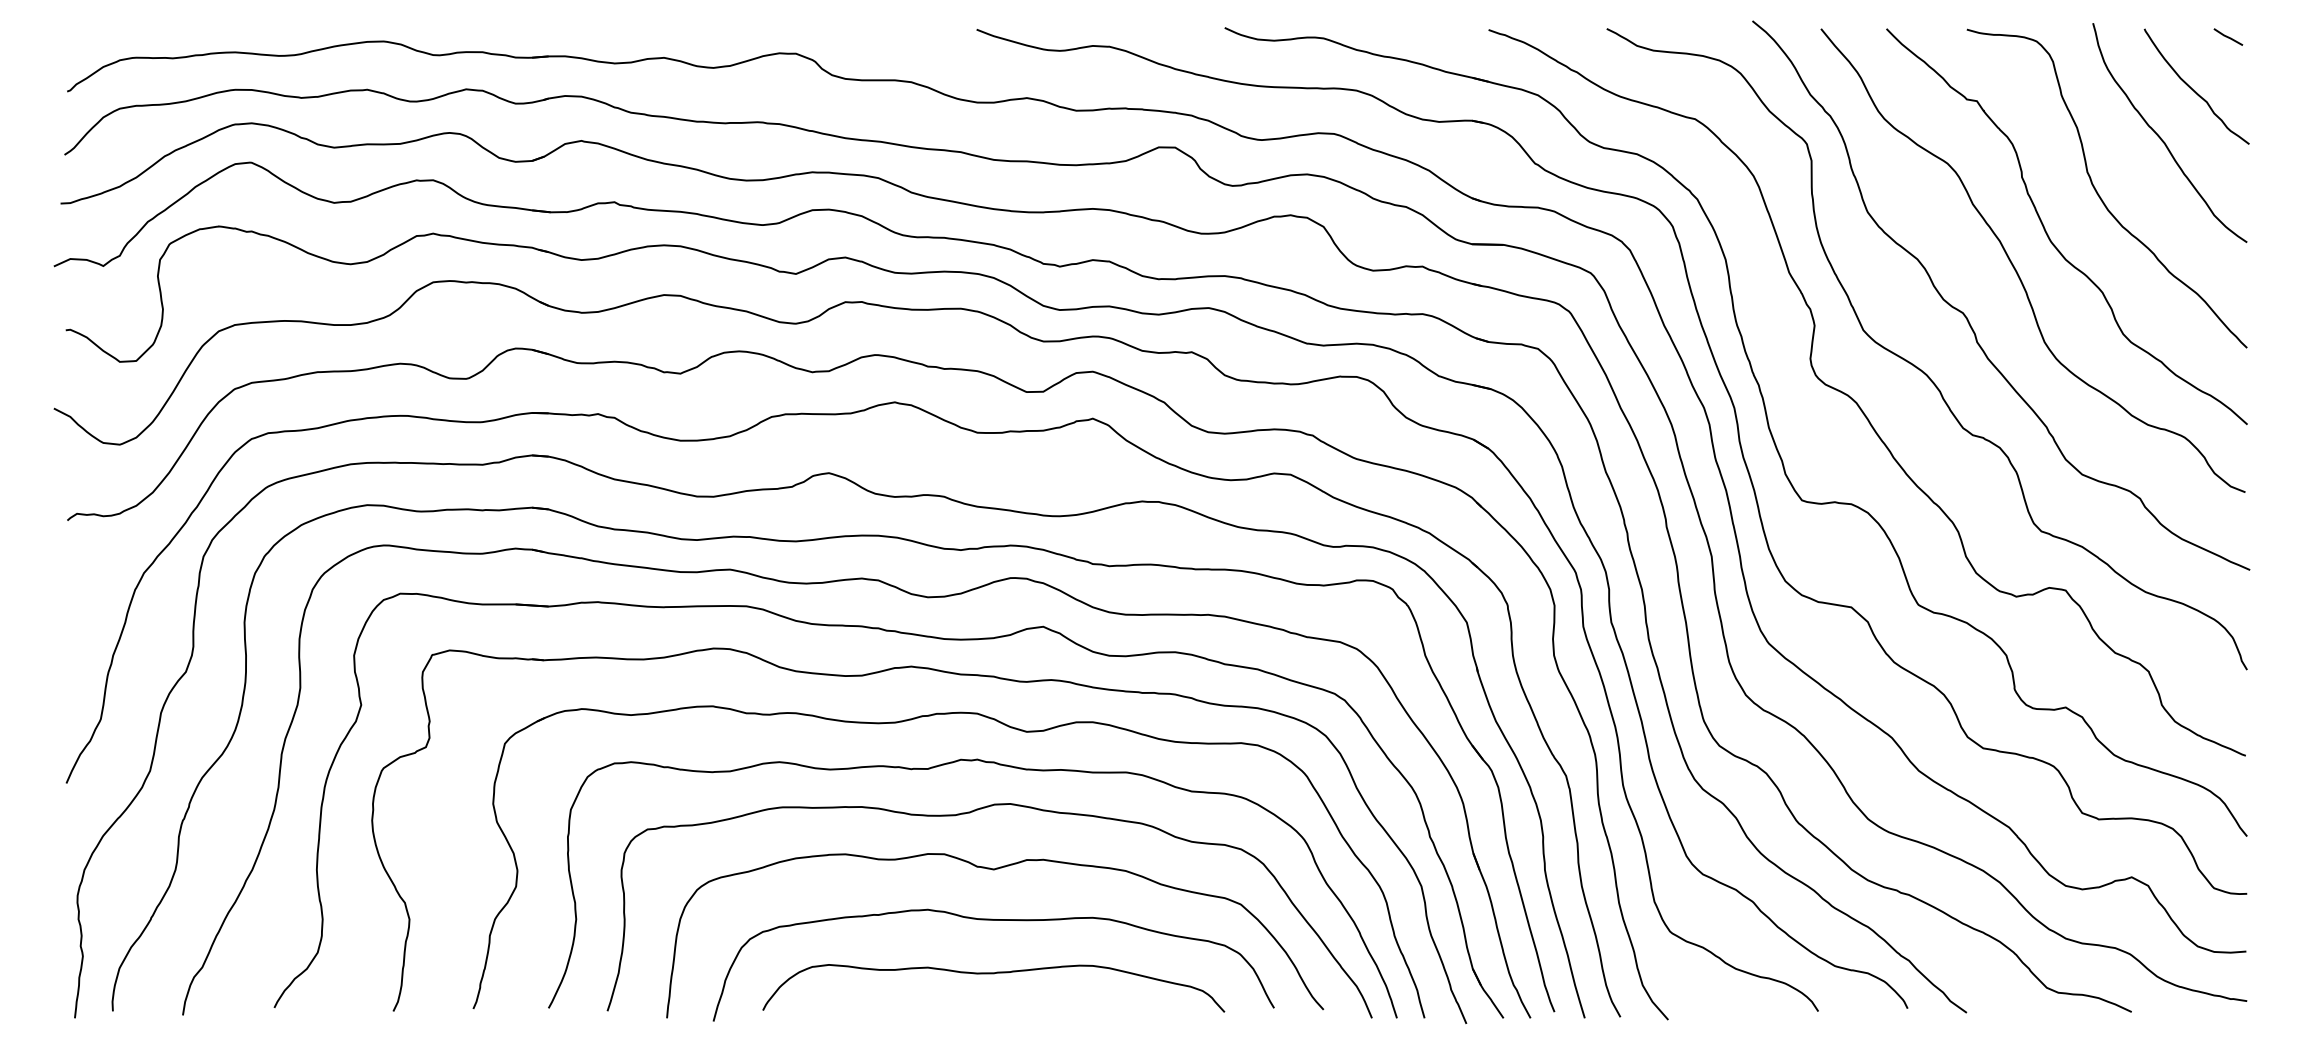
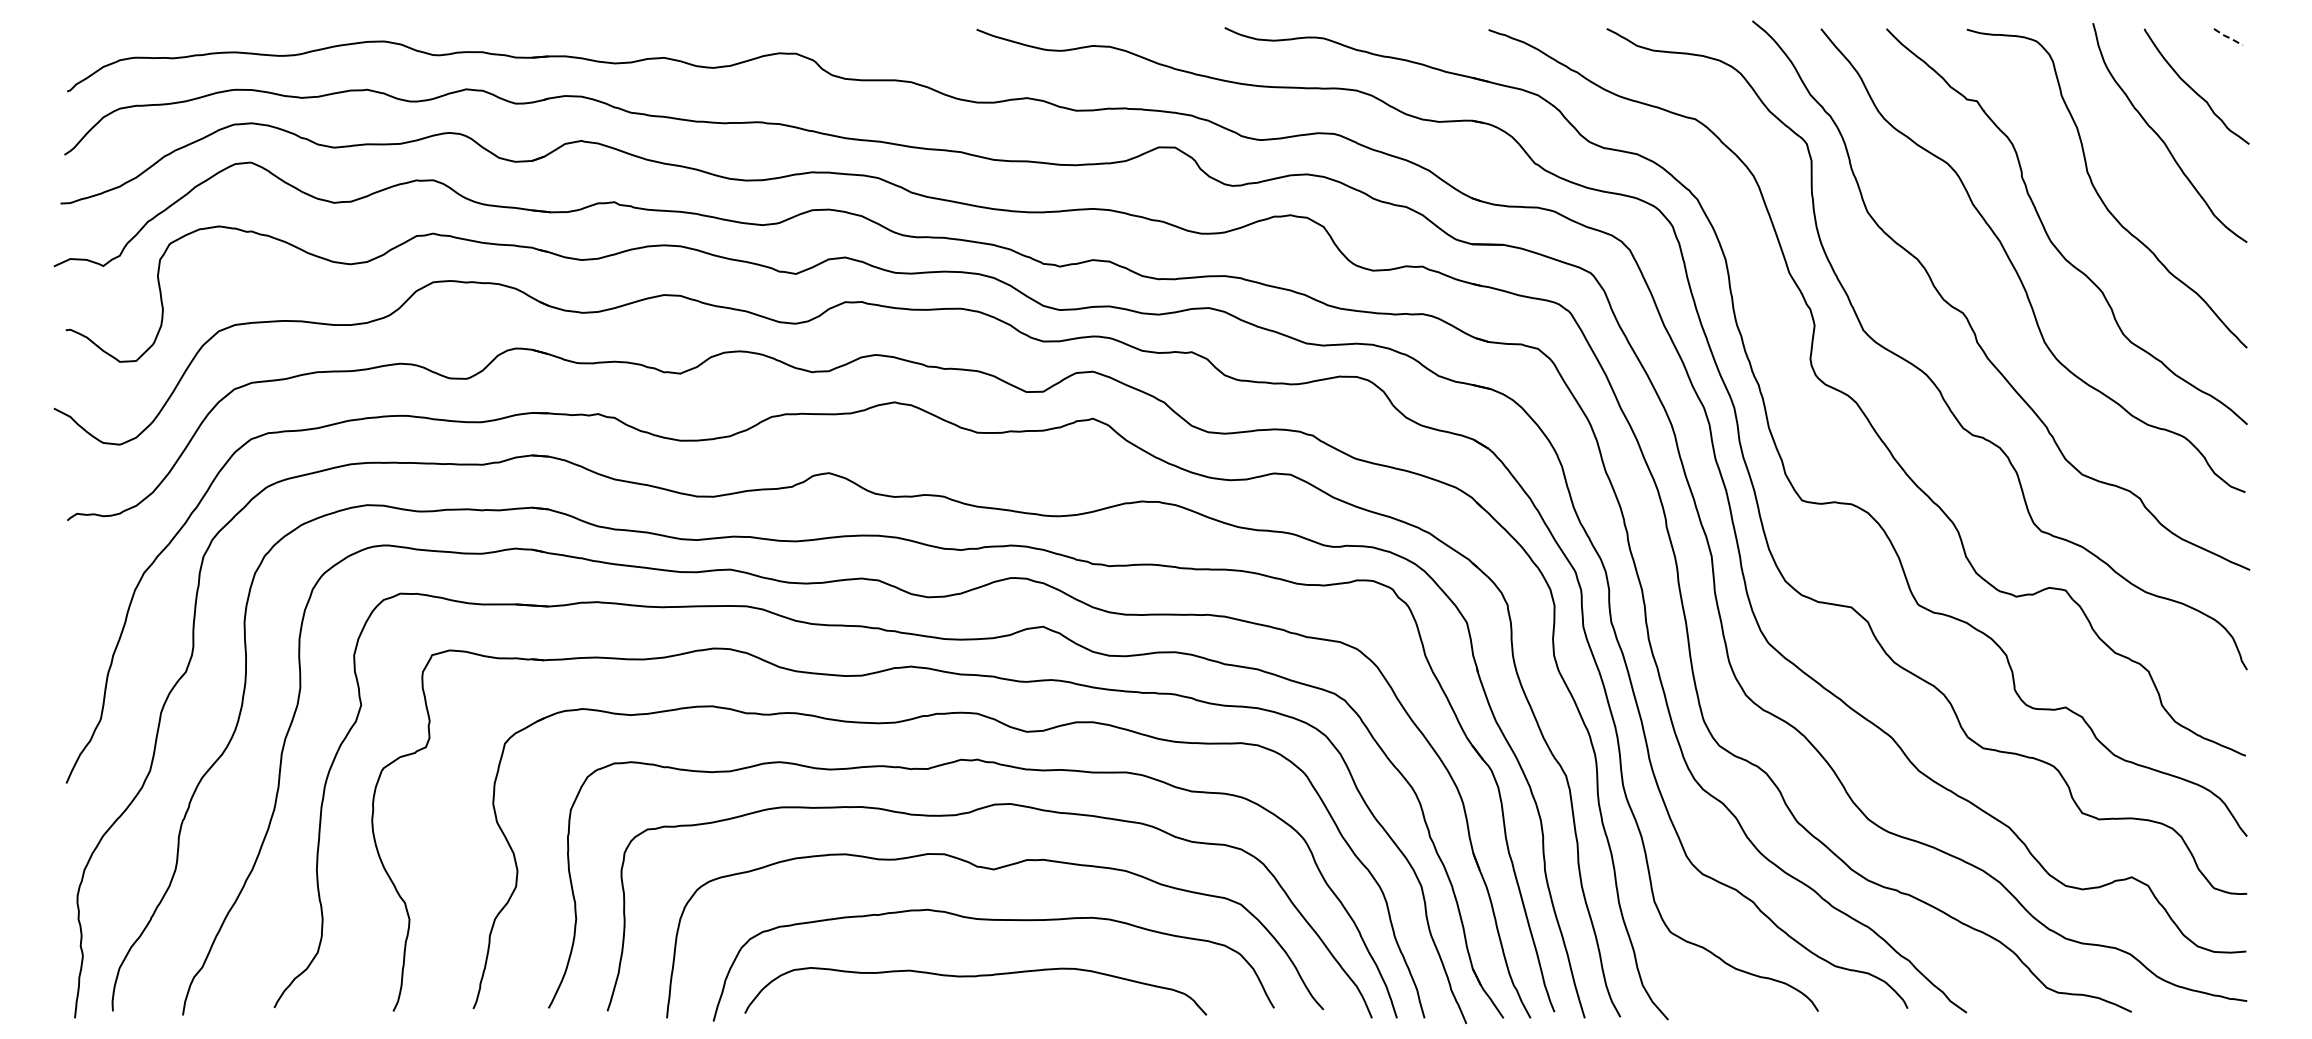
line at (2228, 37): solid -> dashed
curve at (993, 974) position: (993, 974) -> (975, 977)
